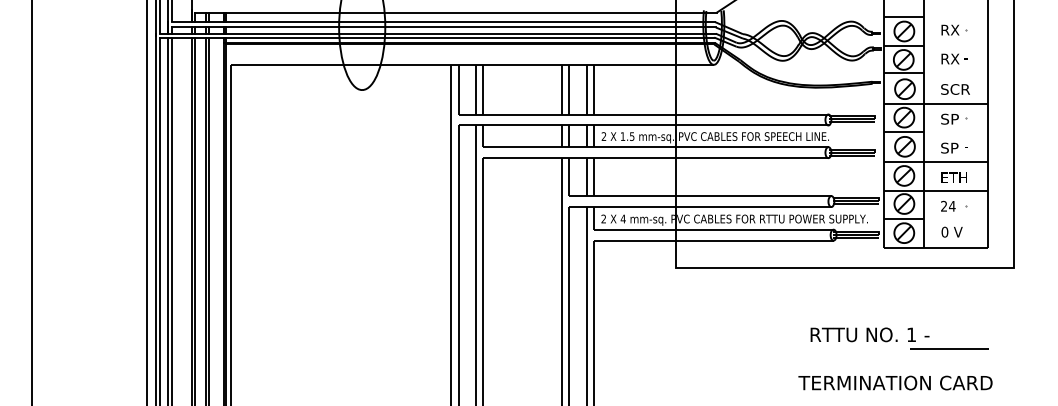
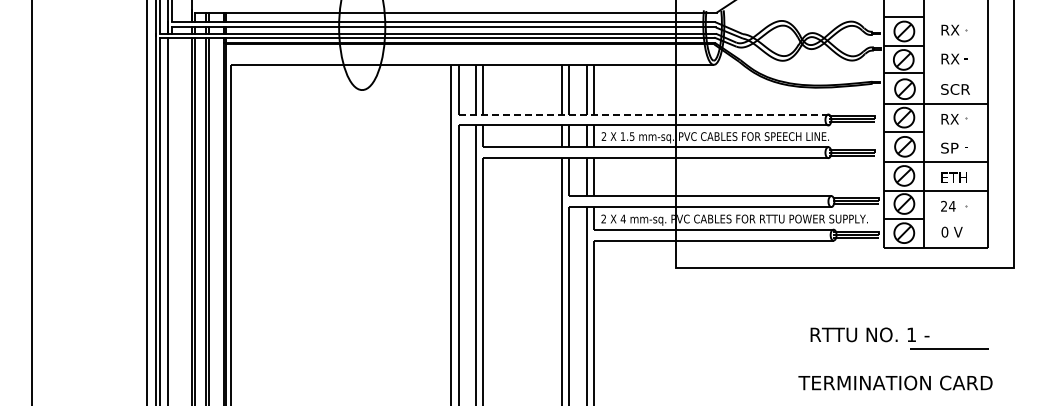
line at (643, 114): solid -> dashed
text at (949, 118): SP -> RX
line at (171, 219): present -> none
